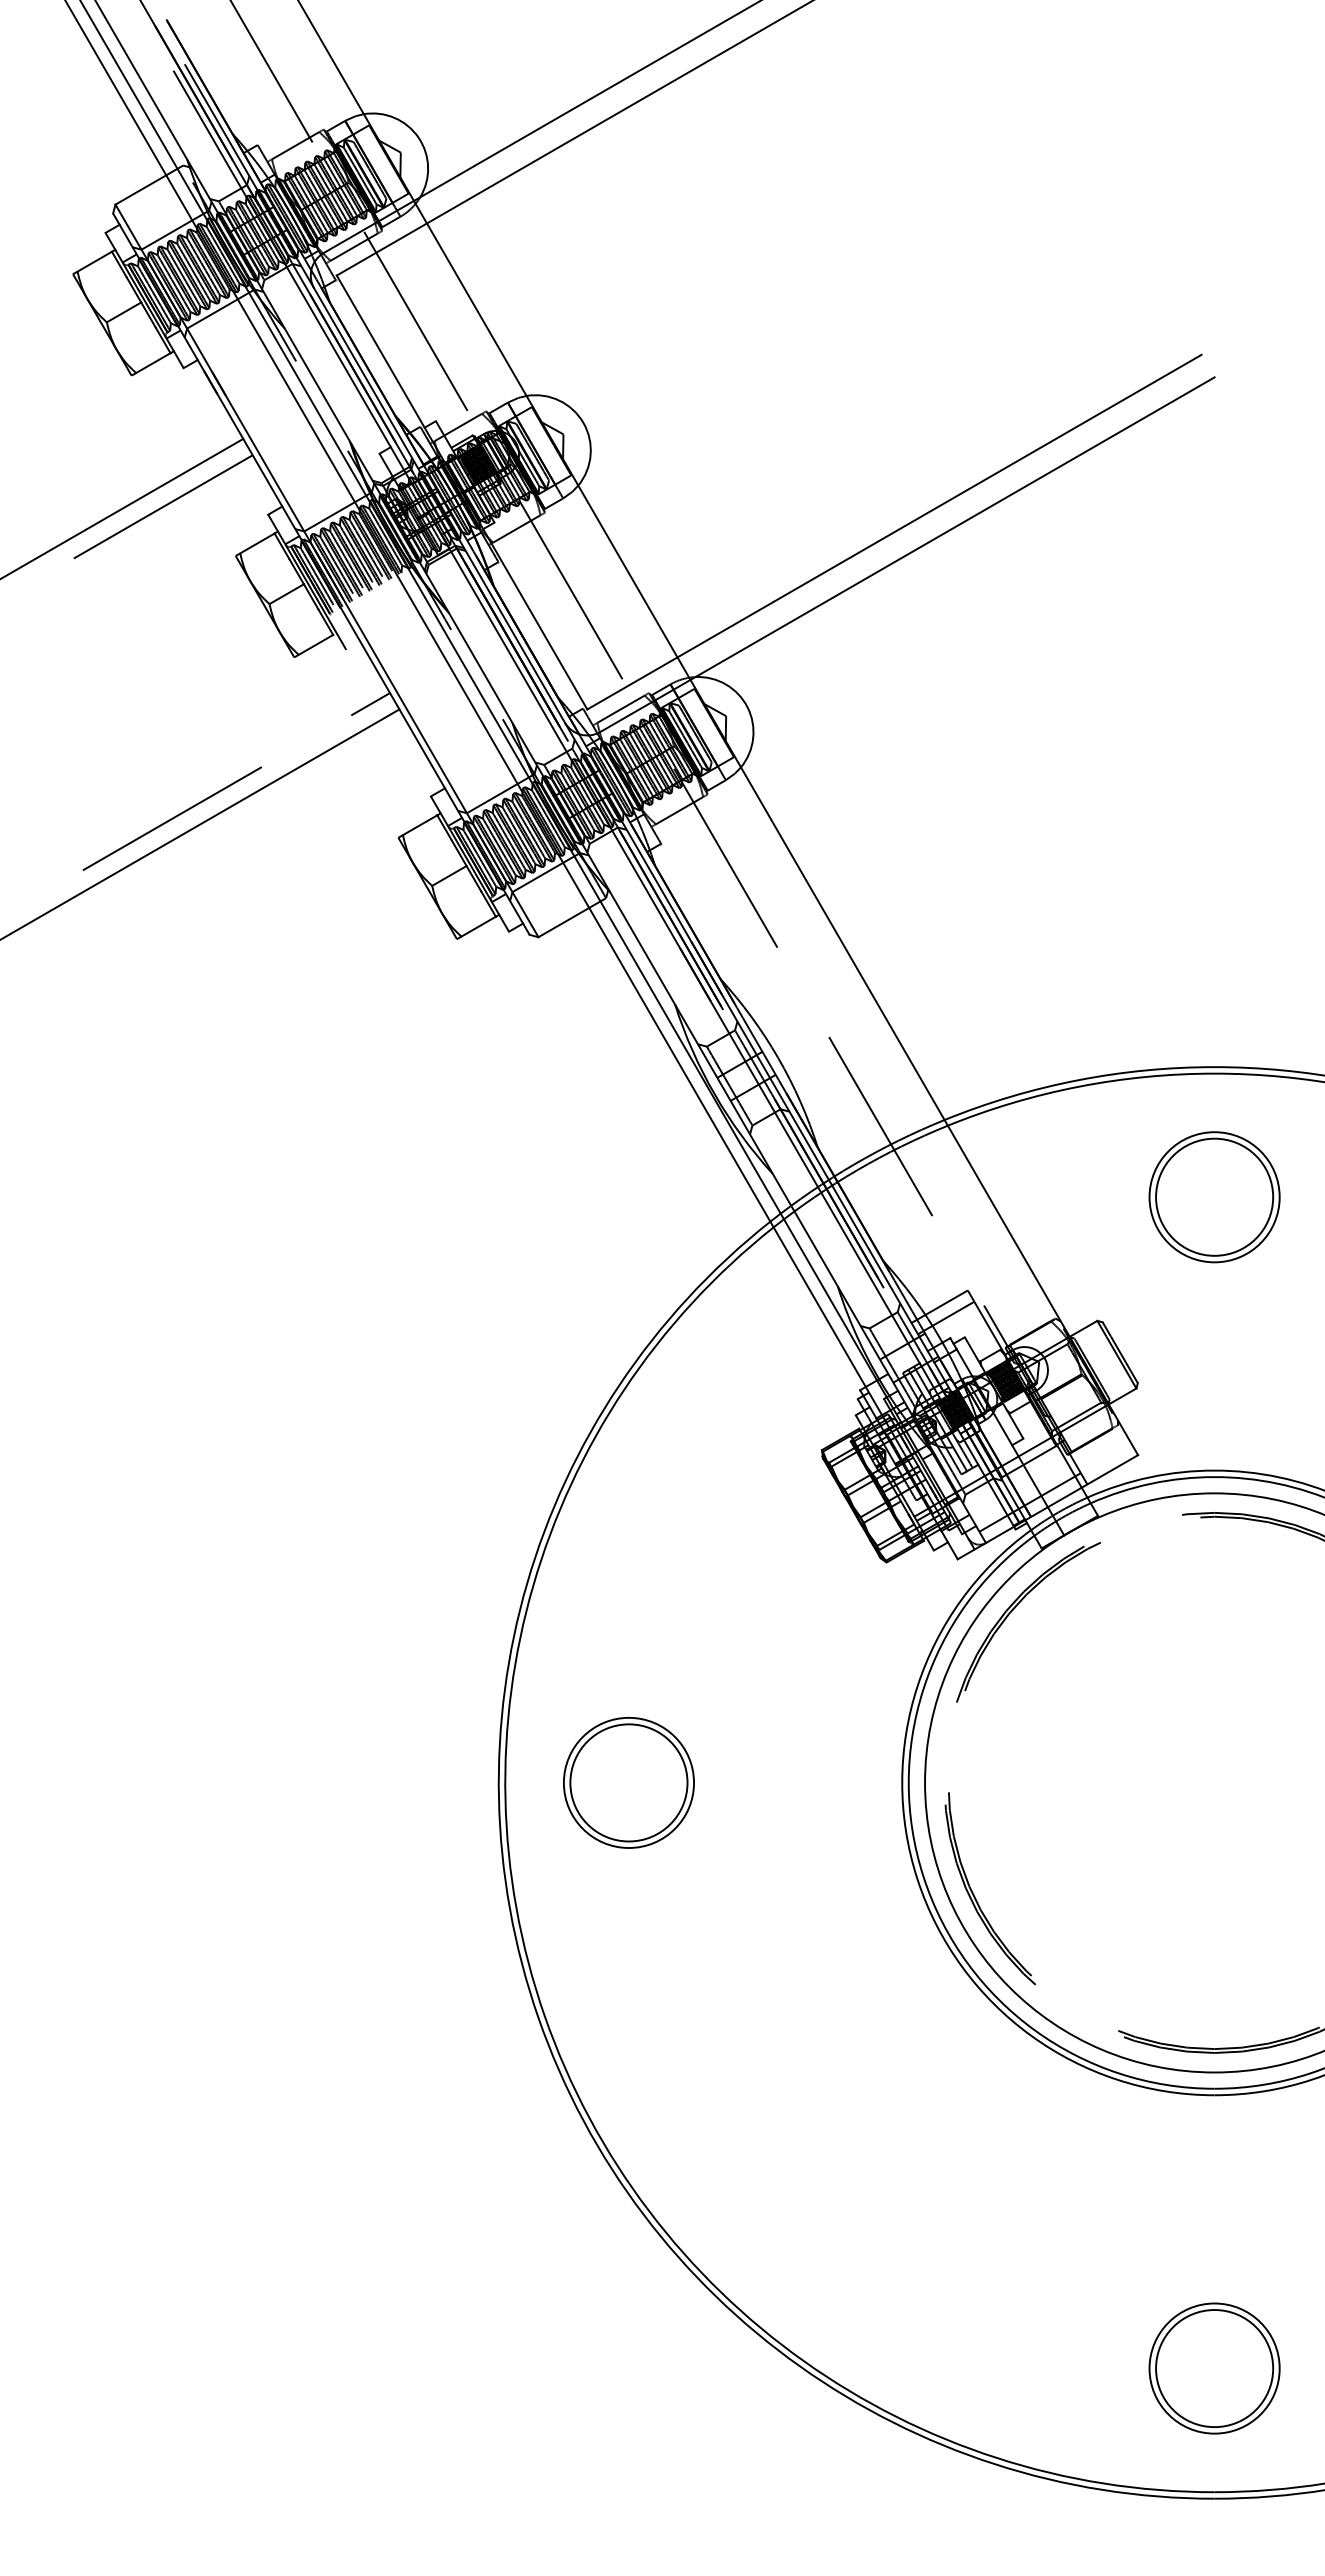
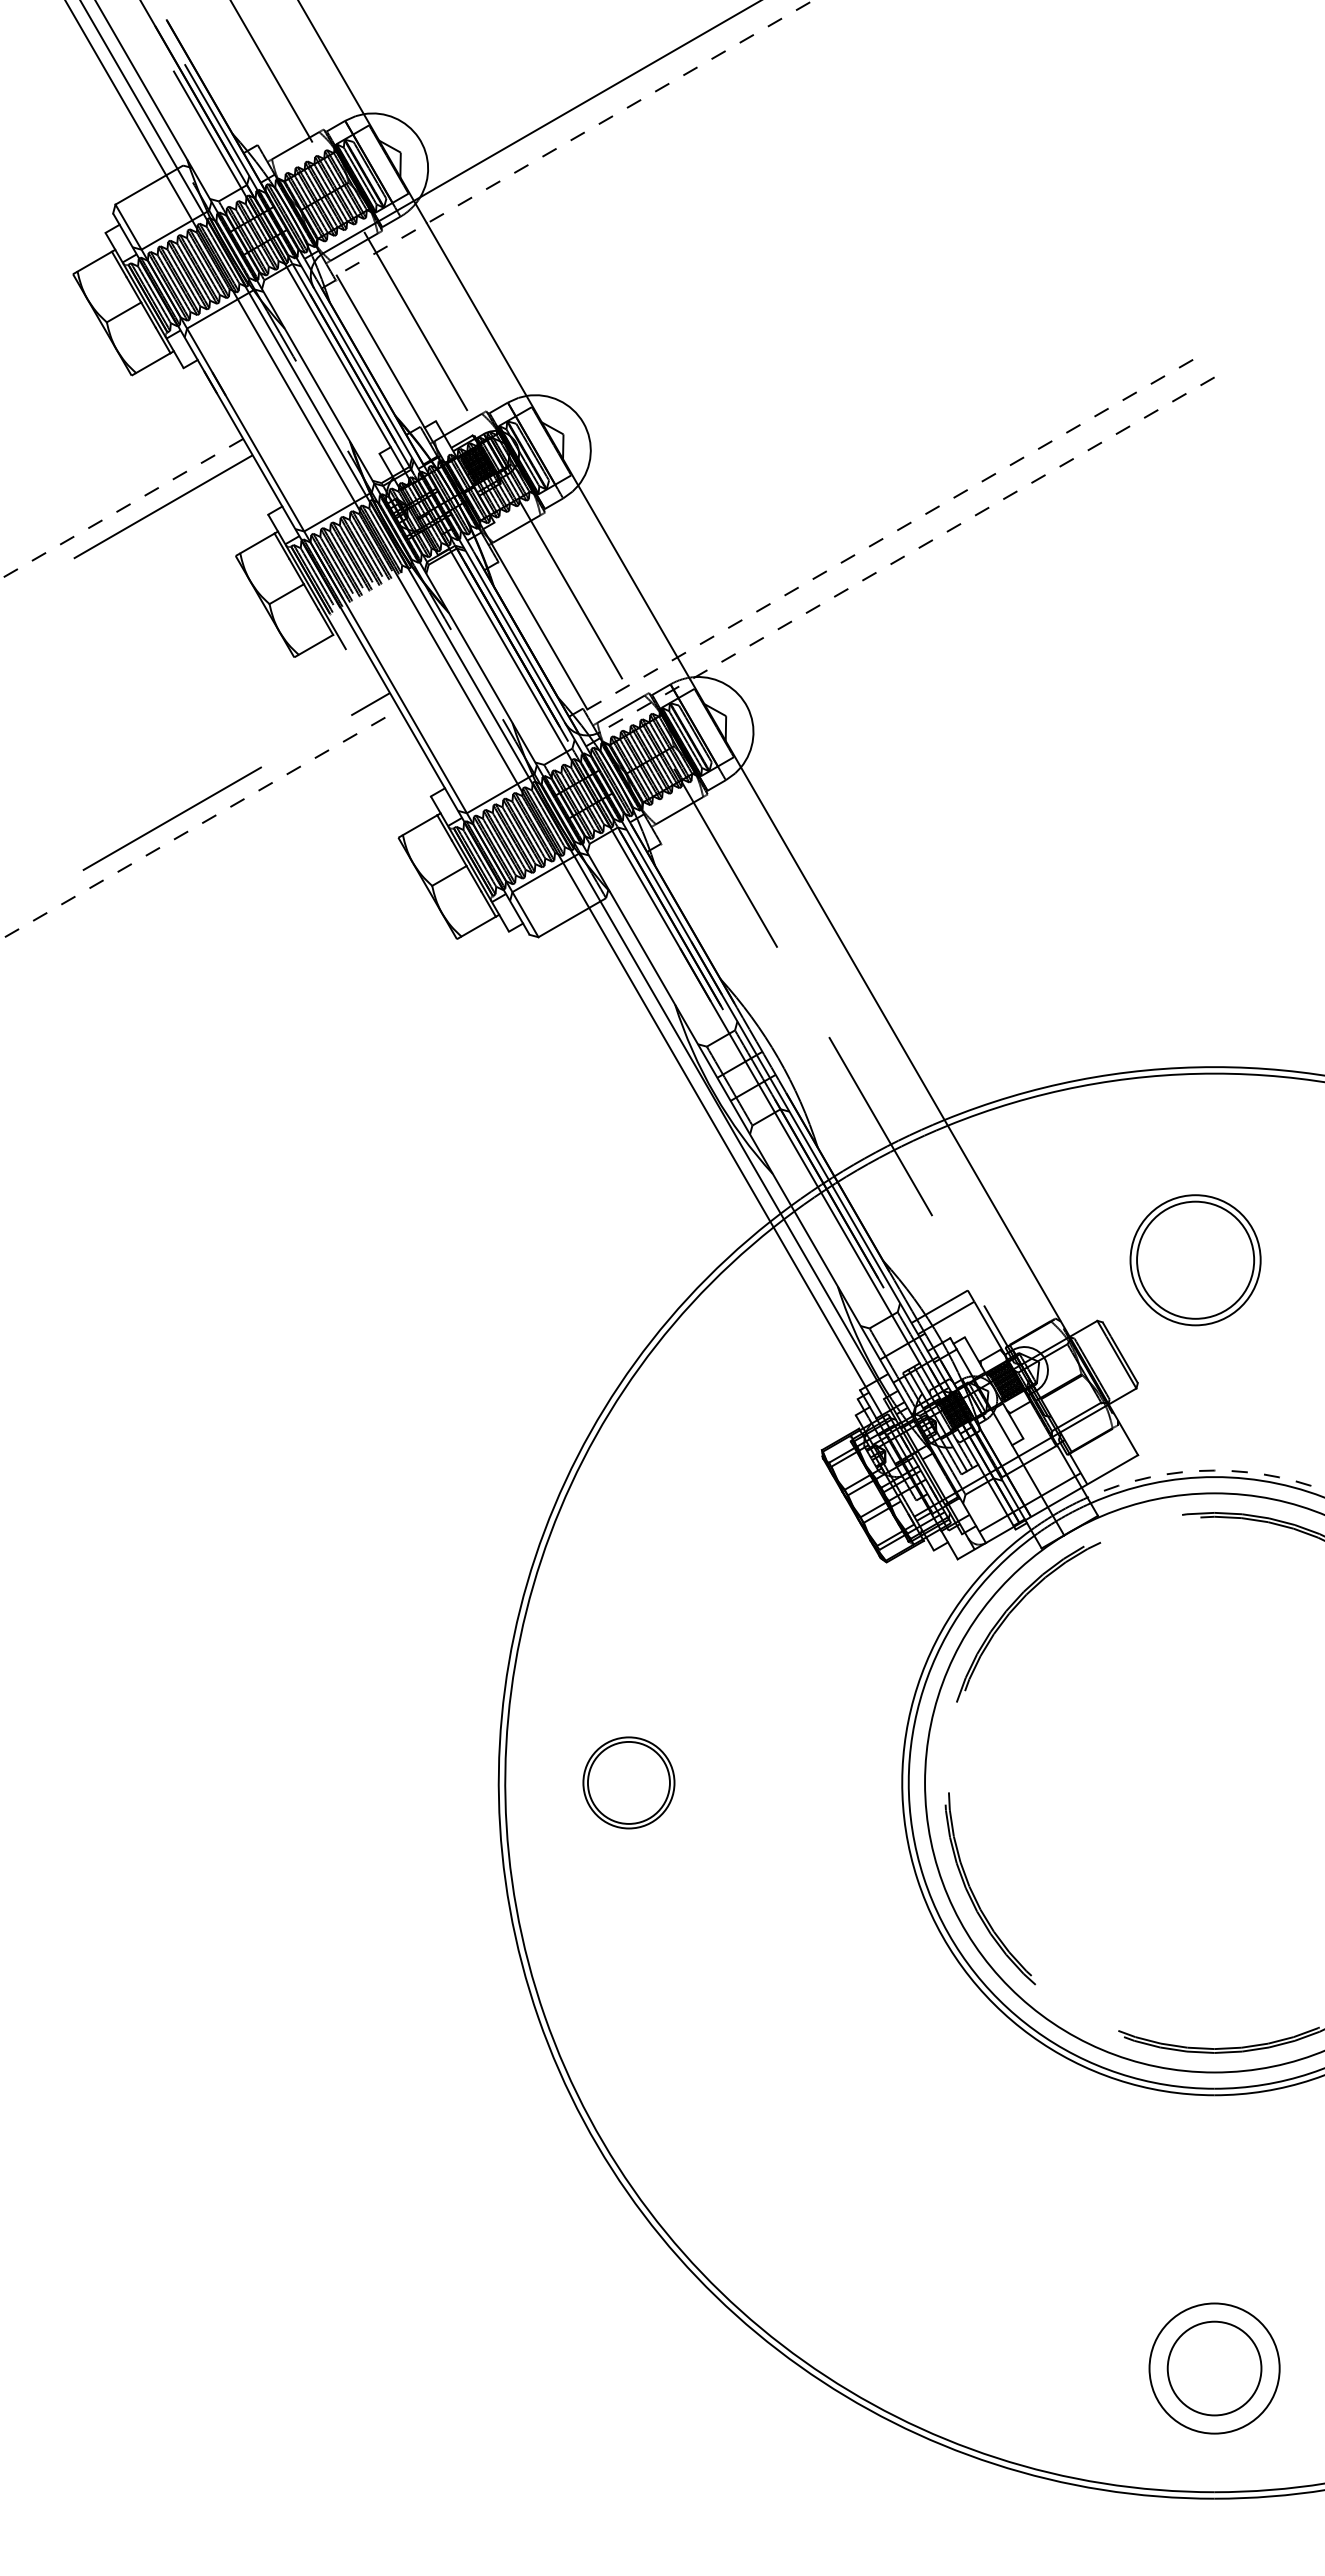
line at (574, 138): solid -> dashed
line at (121, 509): solid -> dashed
line at (894, 532): solid -> dashed
line at (907, 554): solid -> dashed
line at (200, 824): solid -> dashed
part at (1214, 1197) position: (1214, 1197) -> (1195, 1260)
arc at (1205, 1470): solid -> dashed
part at (628, 1782) size: 132x132 px -> 94x94 px
circle at (1214, 2368) diameter: 117 px -> 94 px
